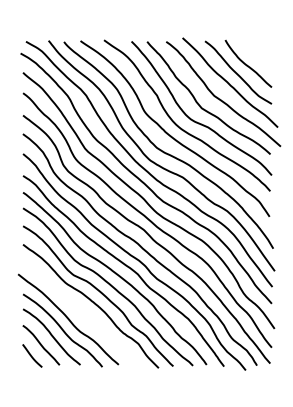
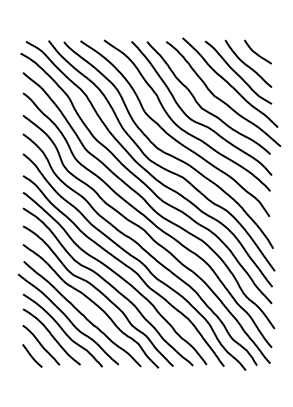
curve at (256, 52): none -> present
curve at (82, 314): none -> present
